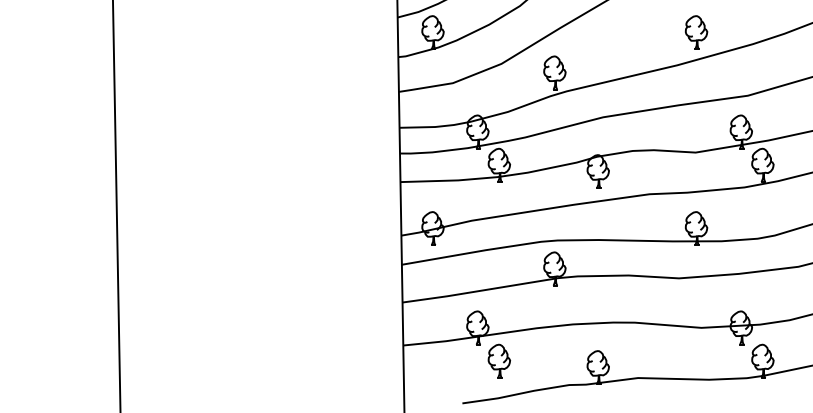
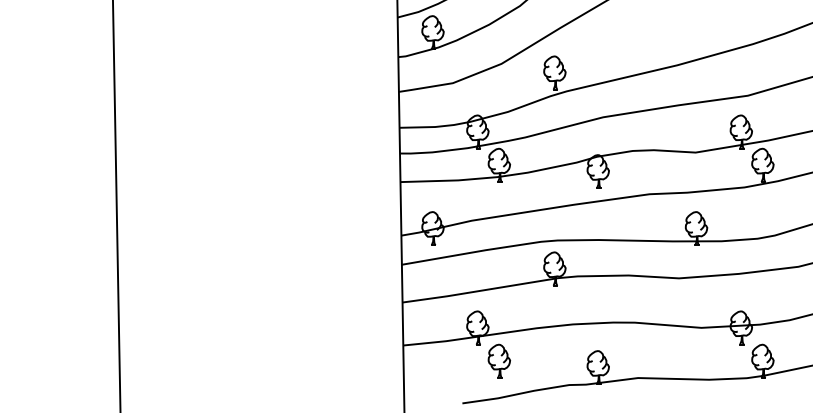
part at (696, 32): present -> none
